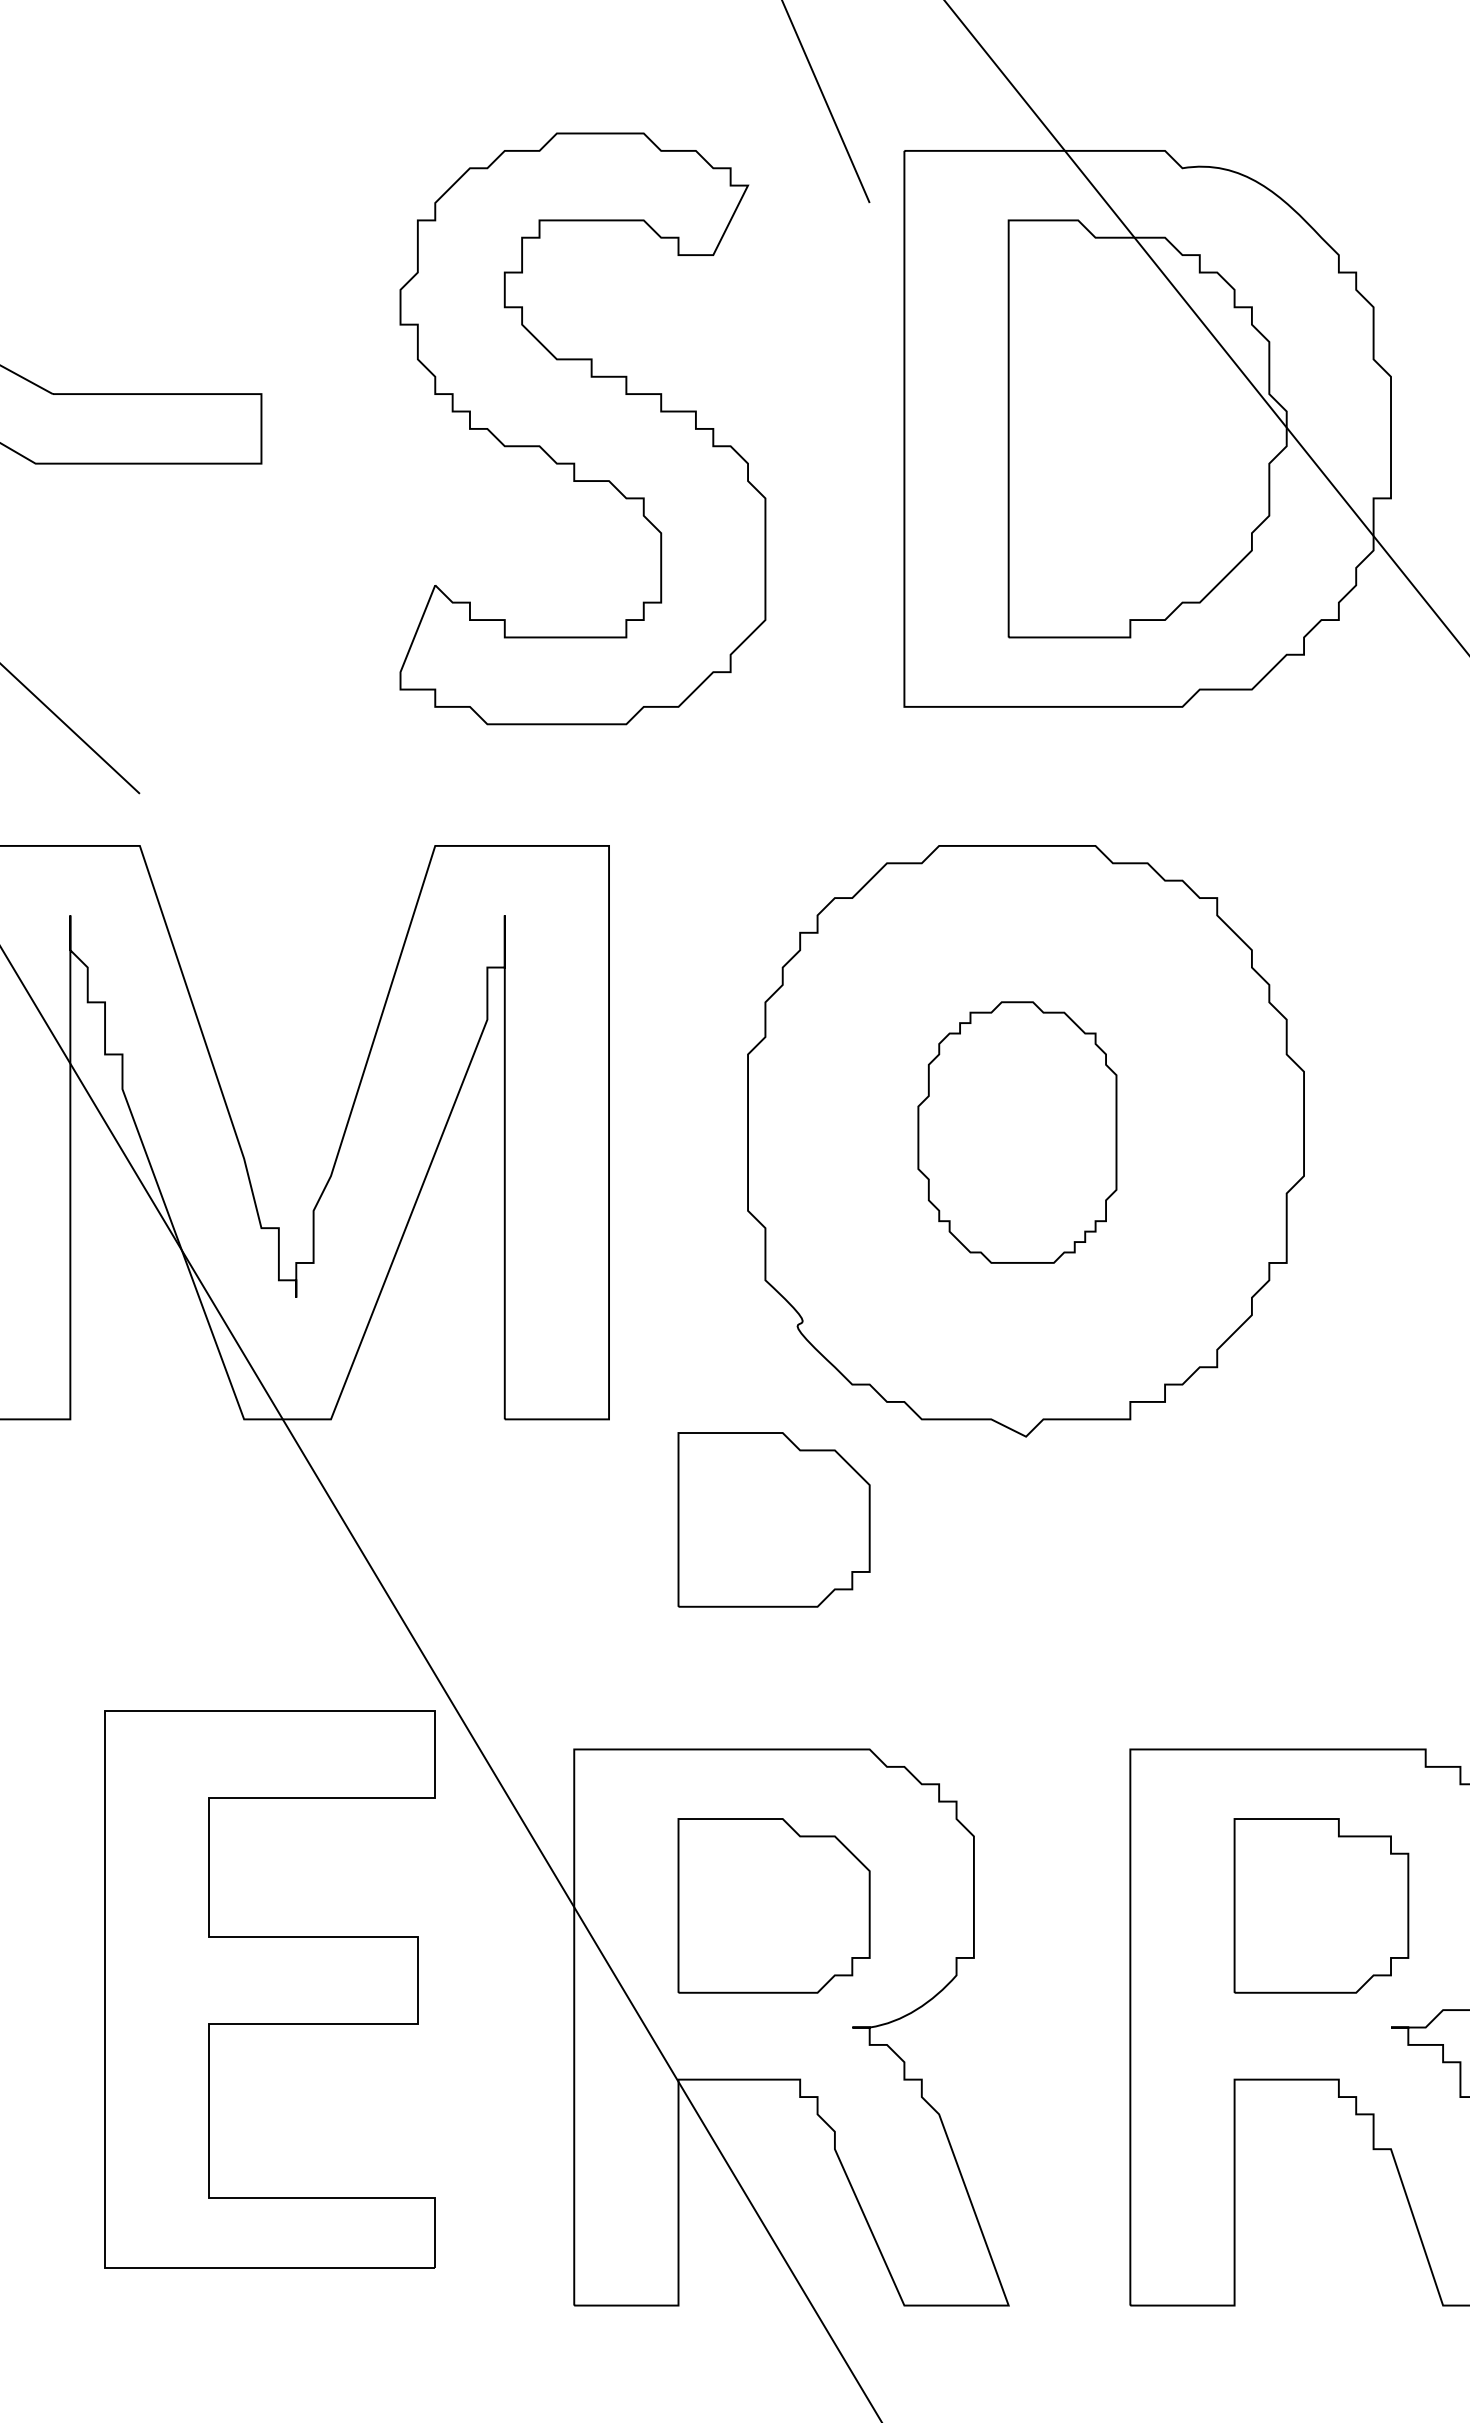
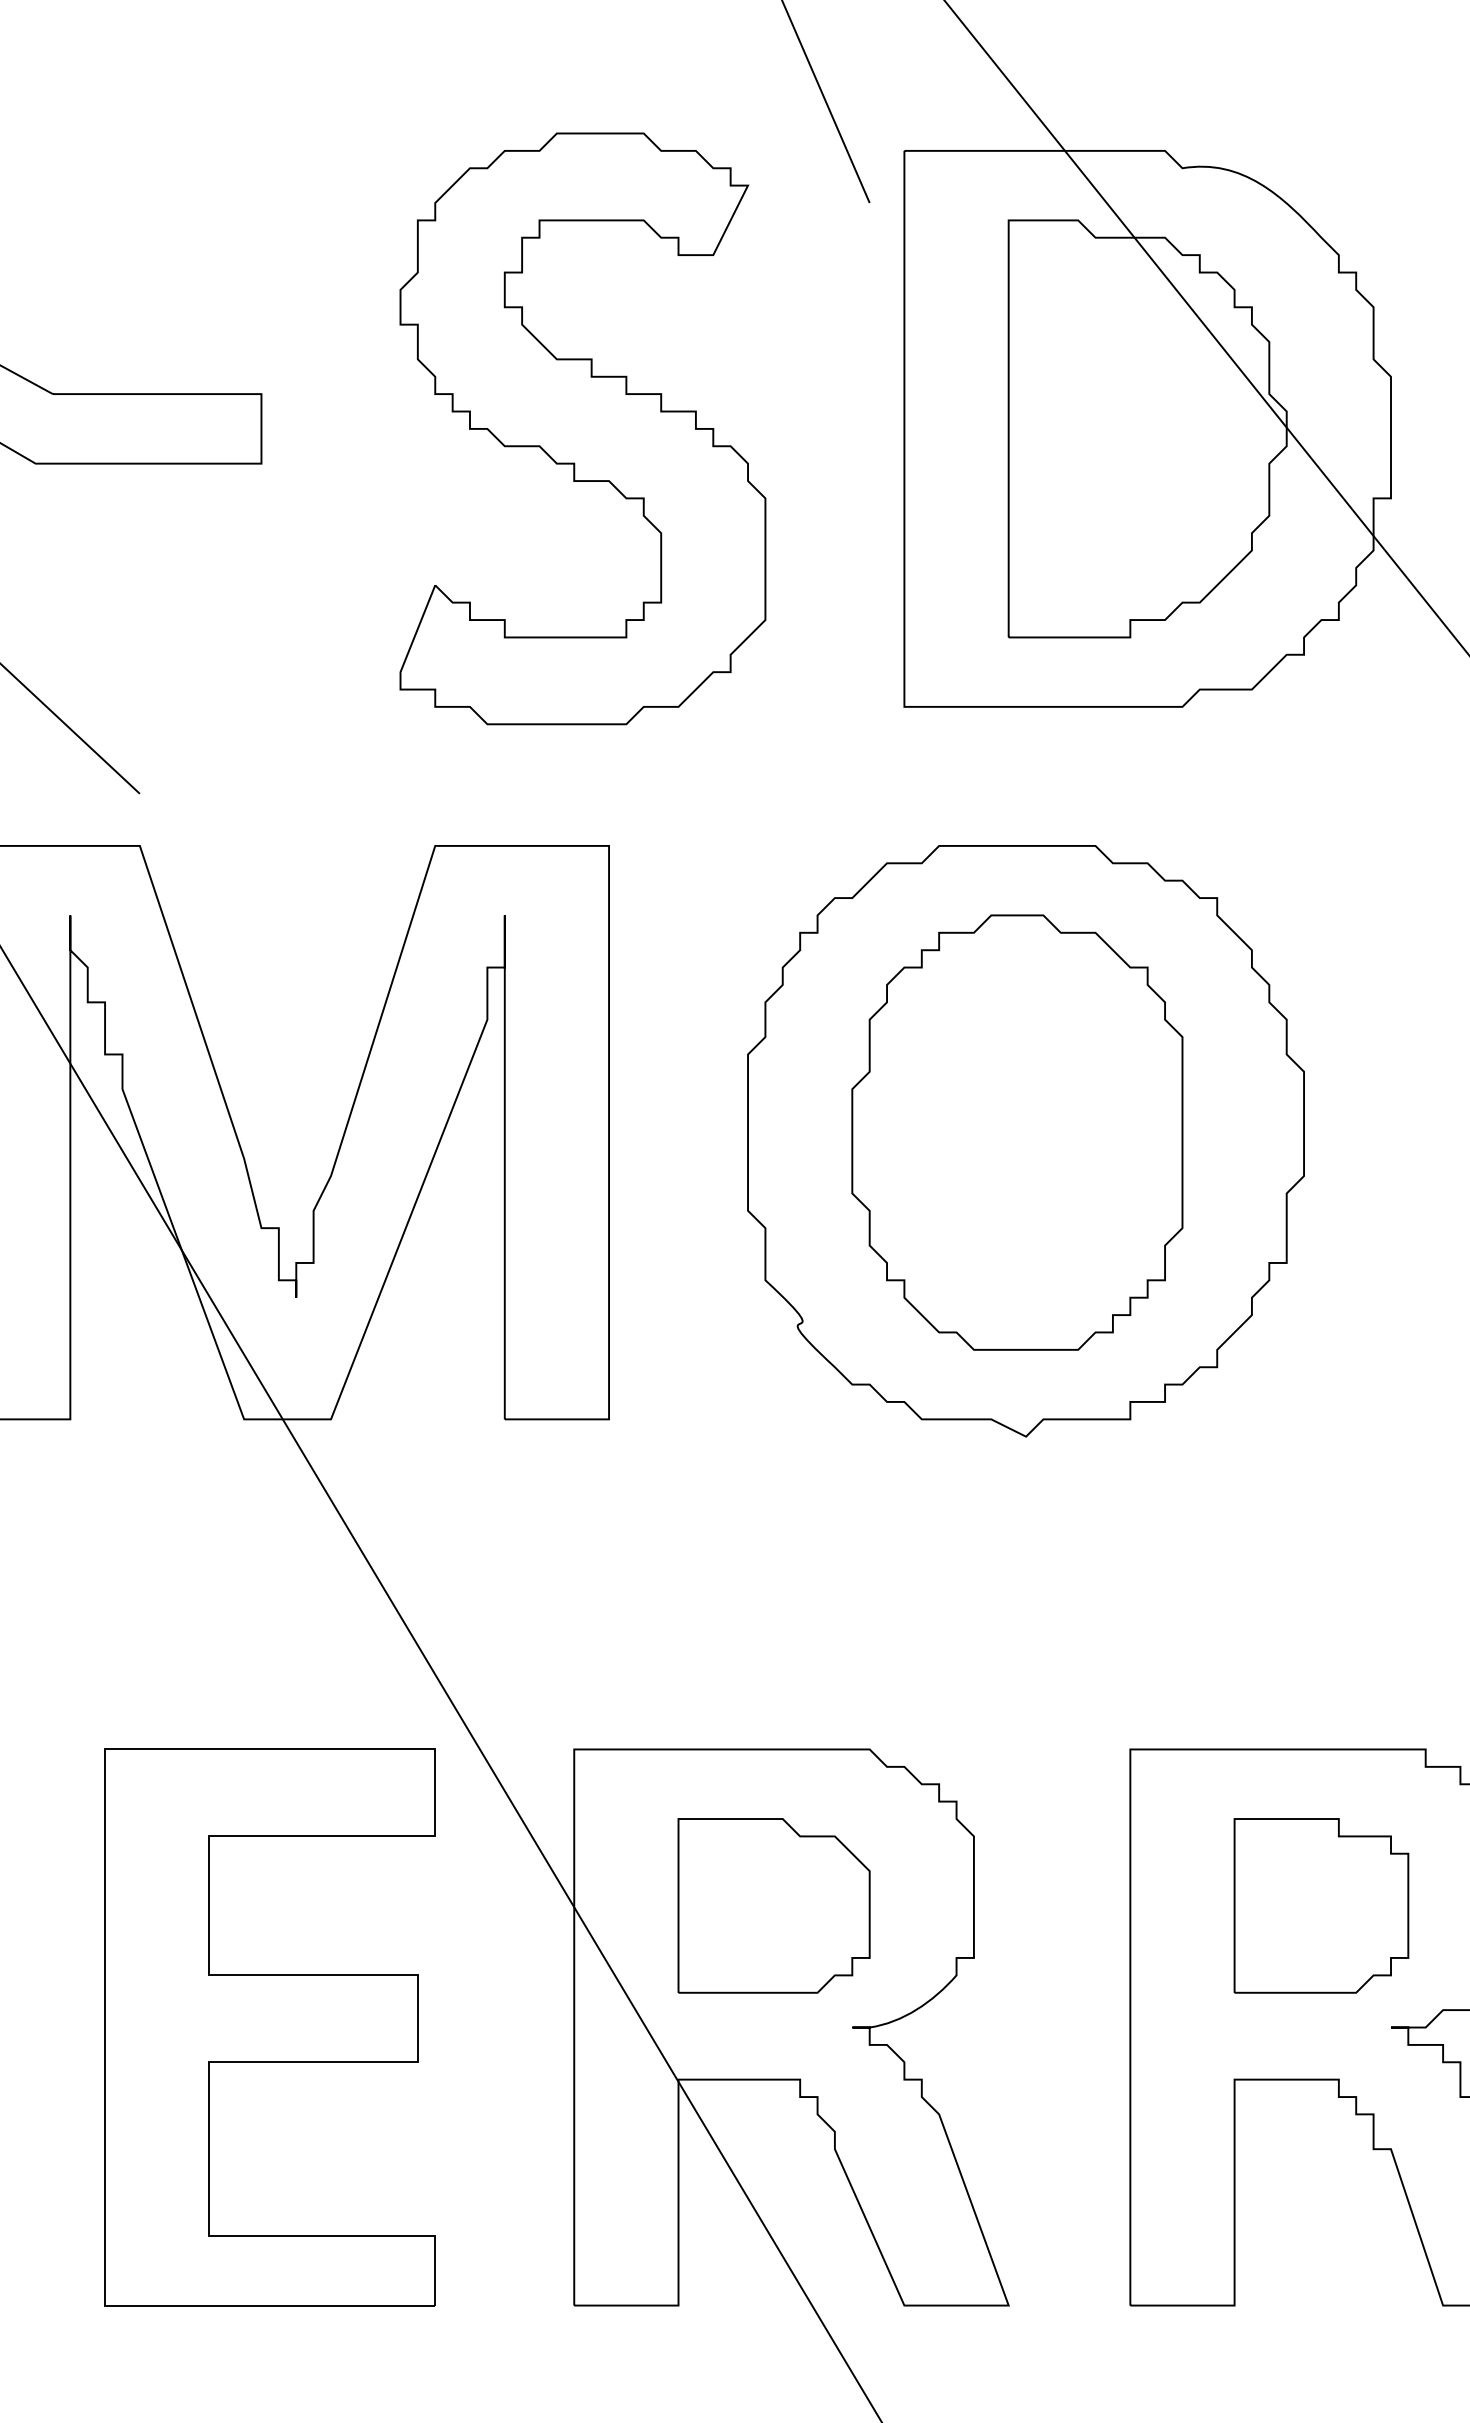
part at (1017, 1132) size: 201x263 px -> 333x437 px
part at (773, 1519): present -> none
part at (269, 1989) position: (269, 1989) -> (269, 2027)
